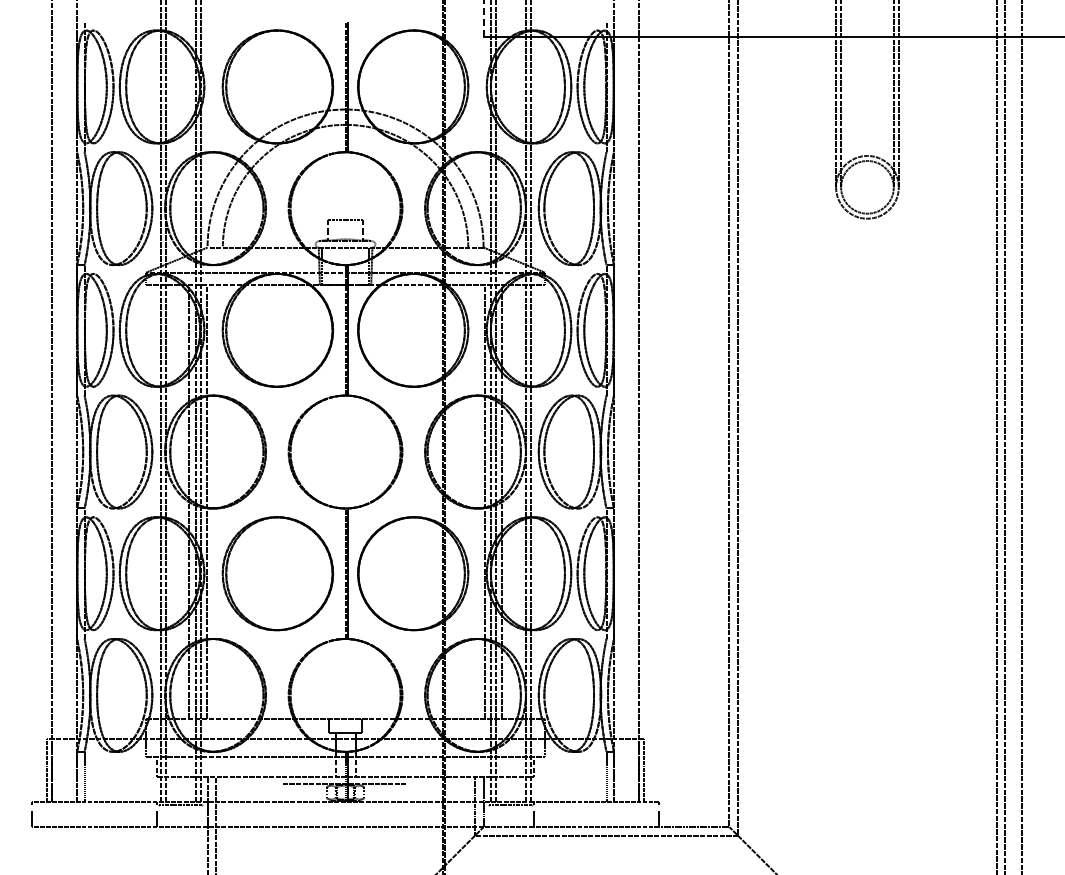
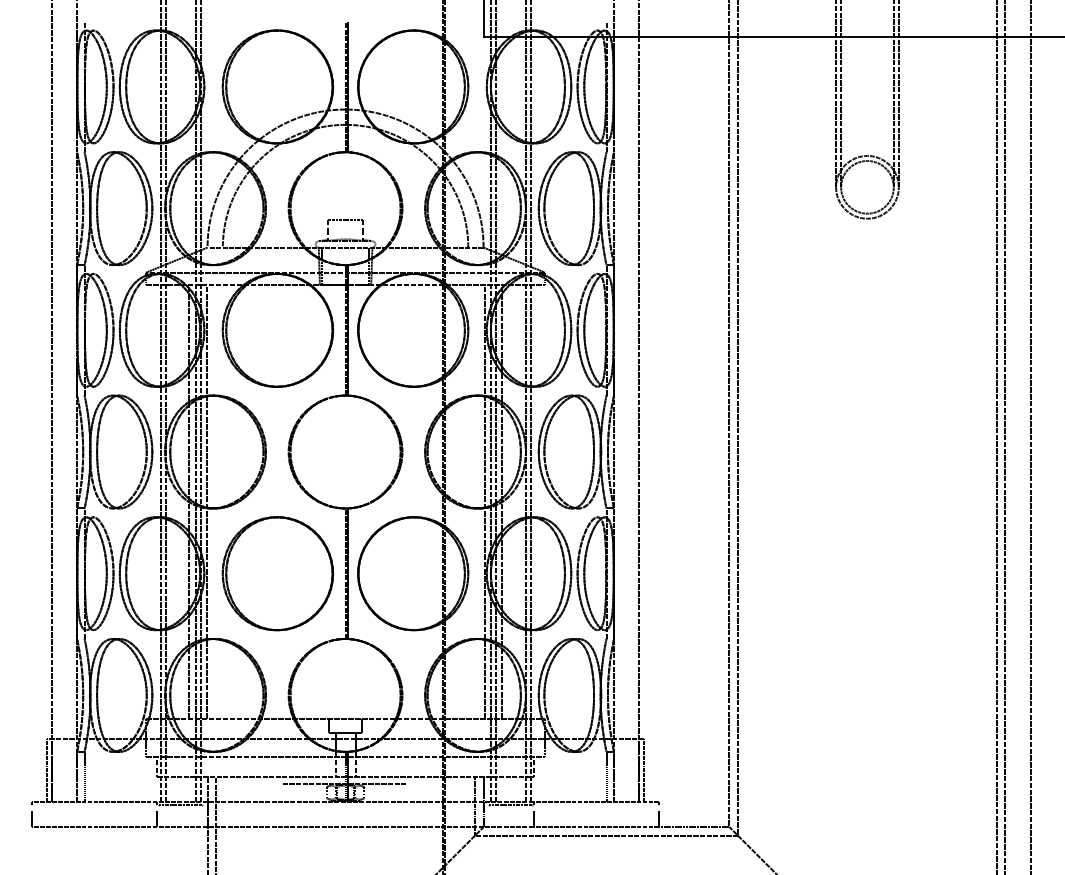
line at (483, 18): dashed -> solid
line at (1021, 436) position: (1021, 436) -> (1030, 436)
